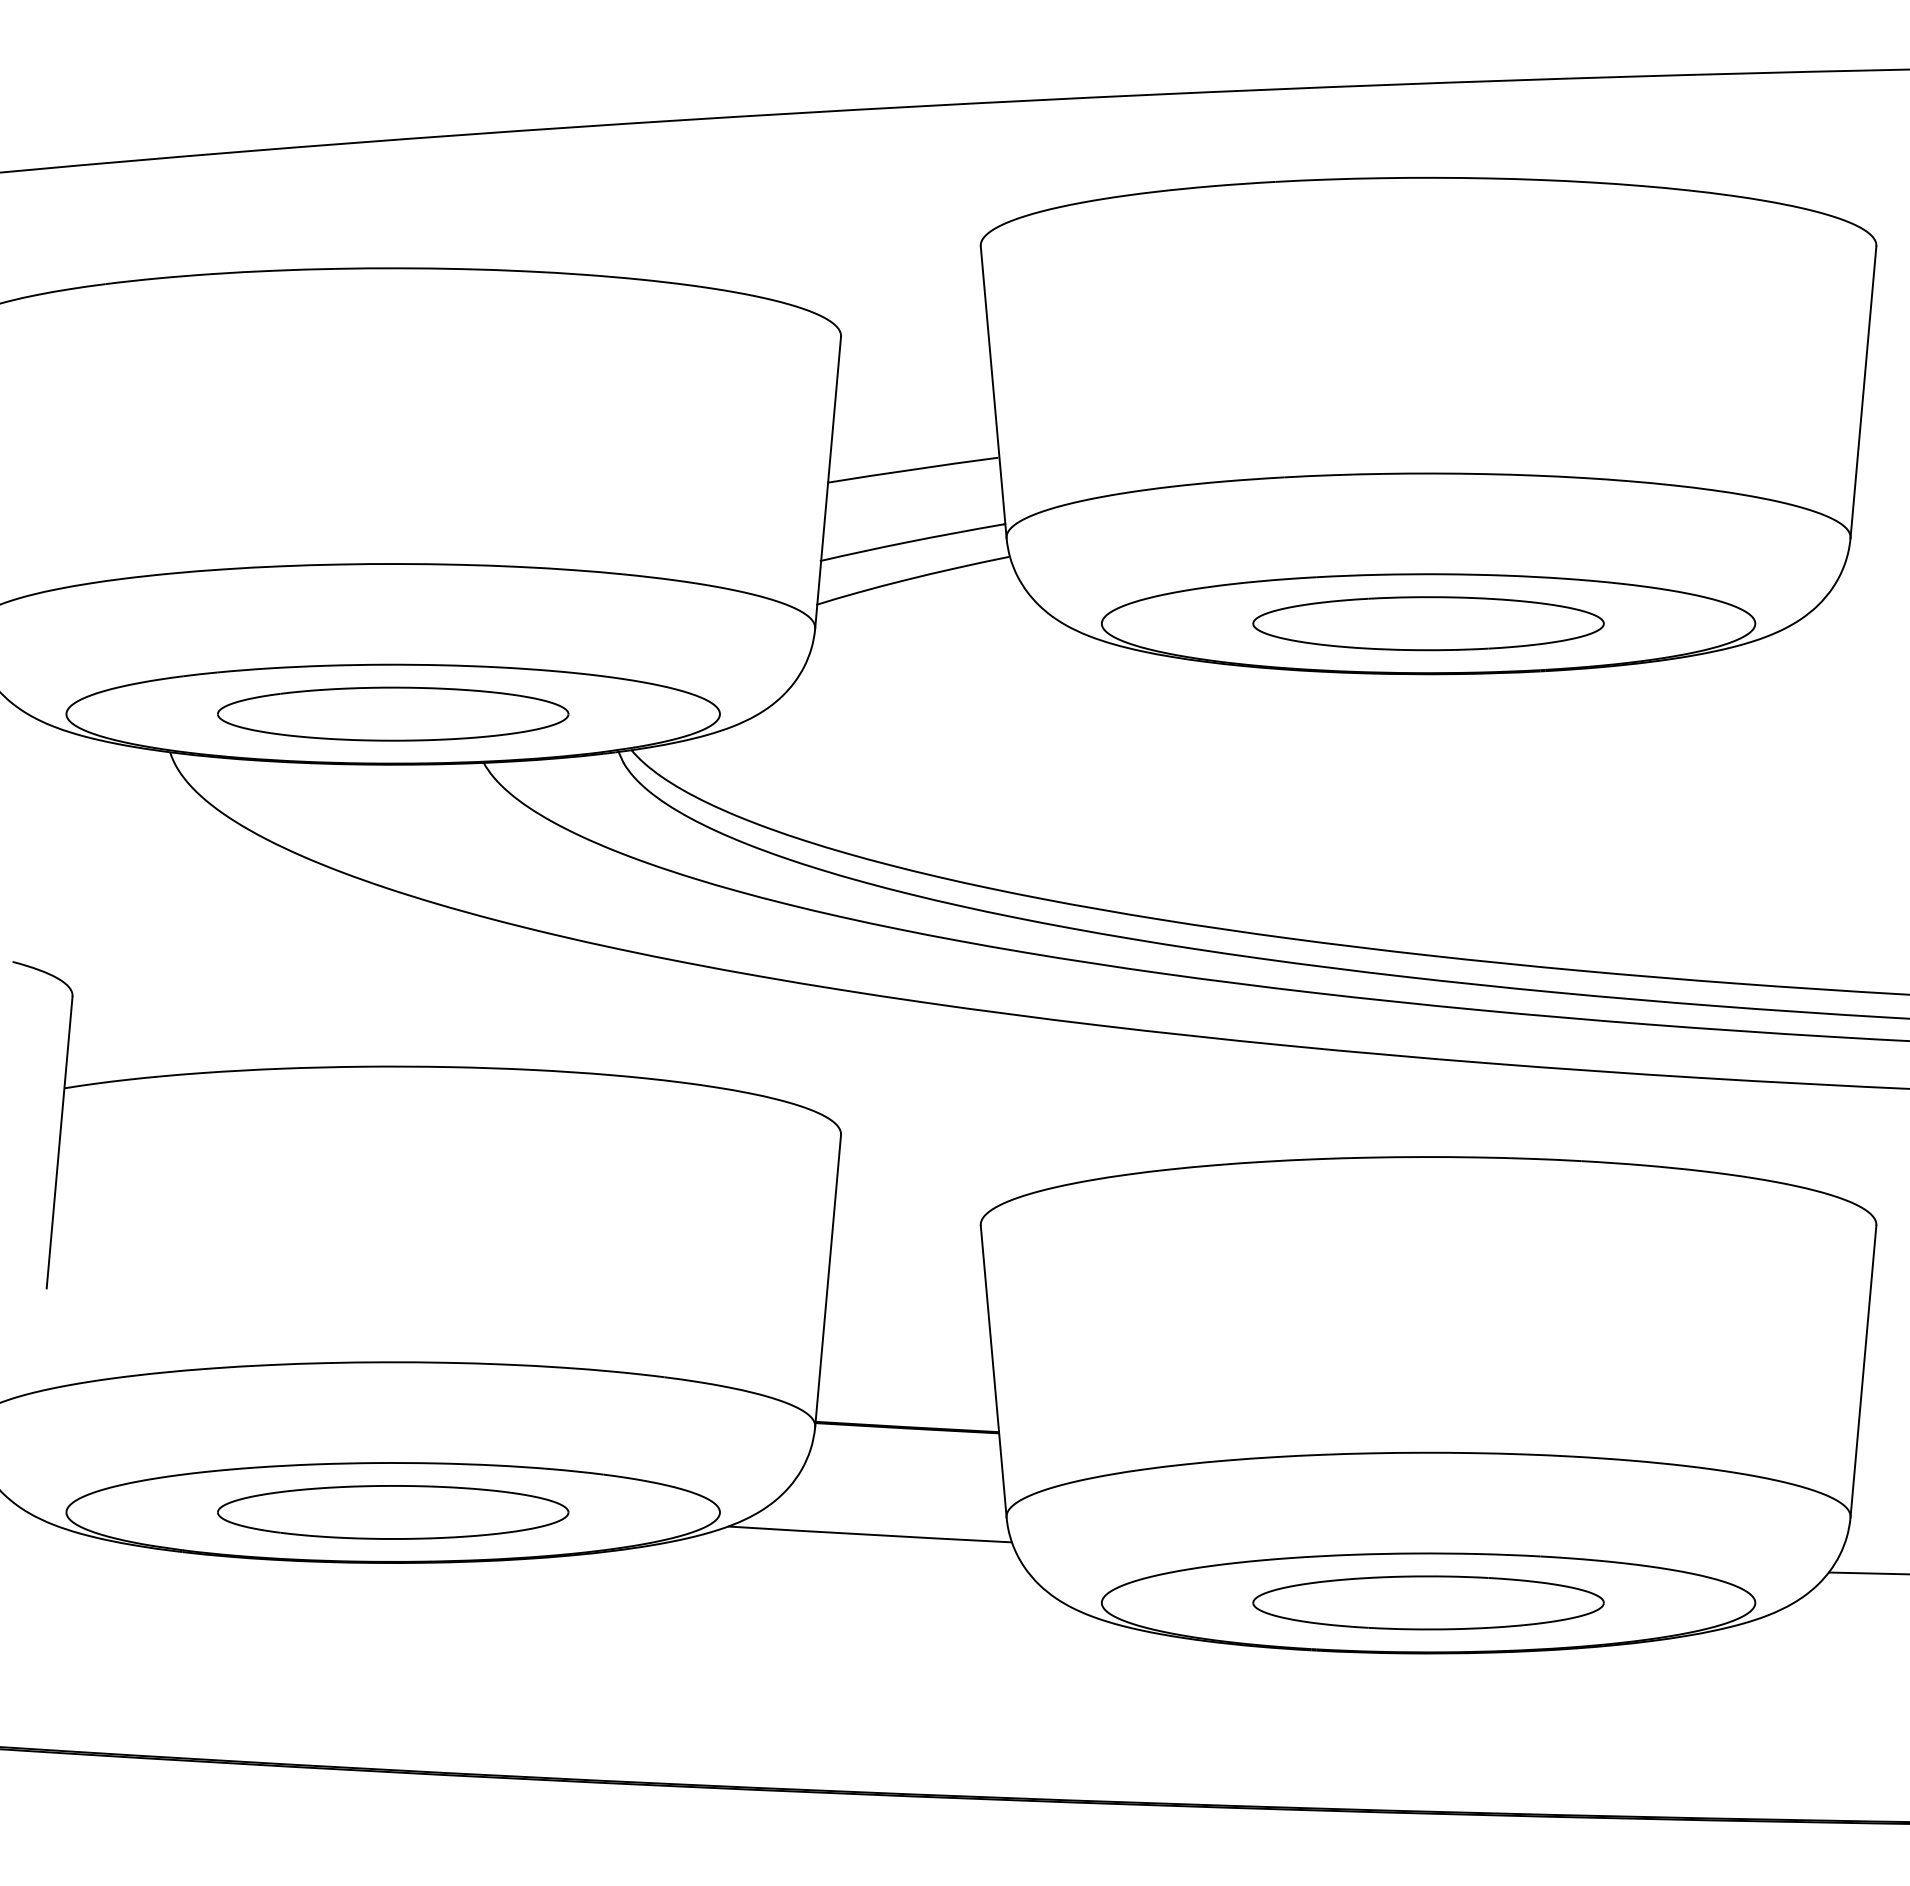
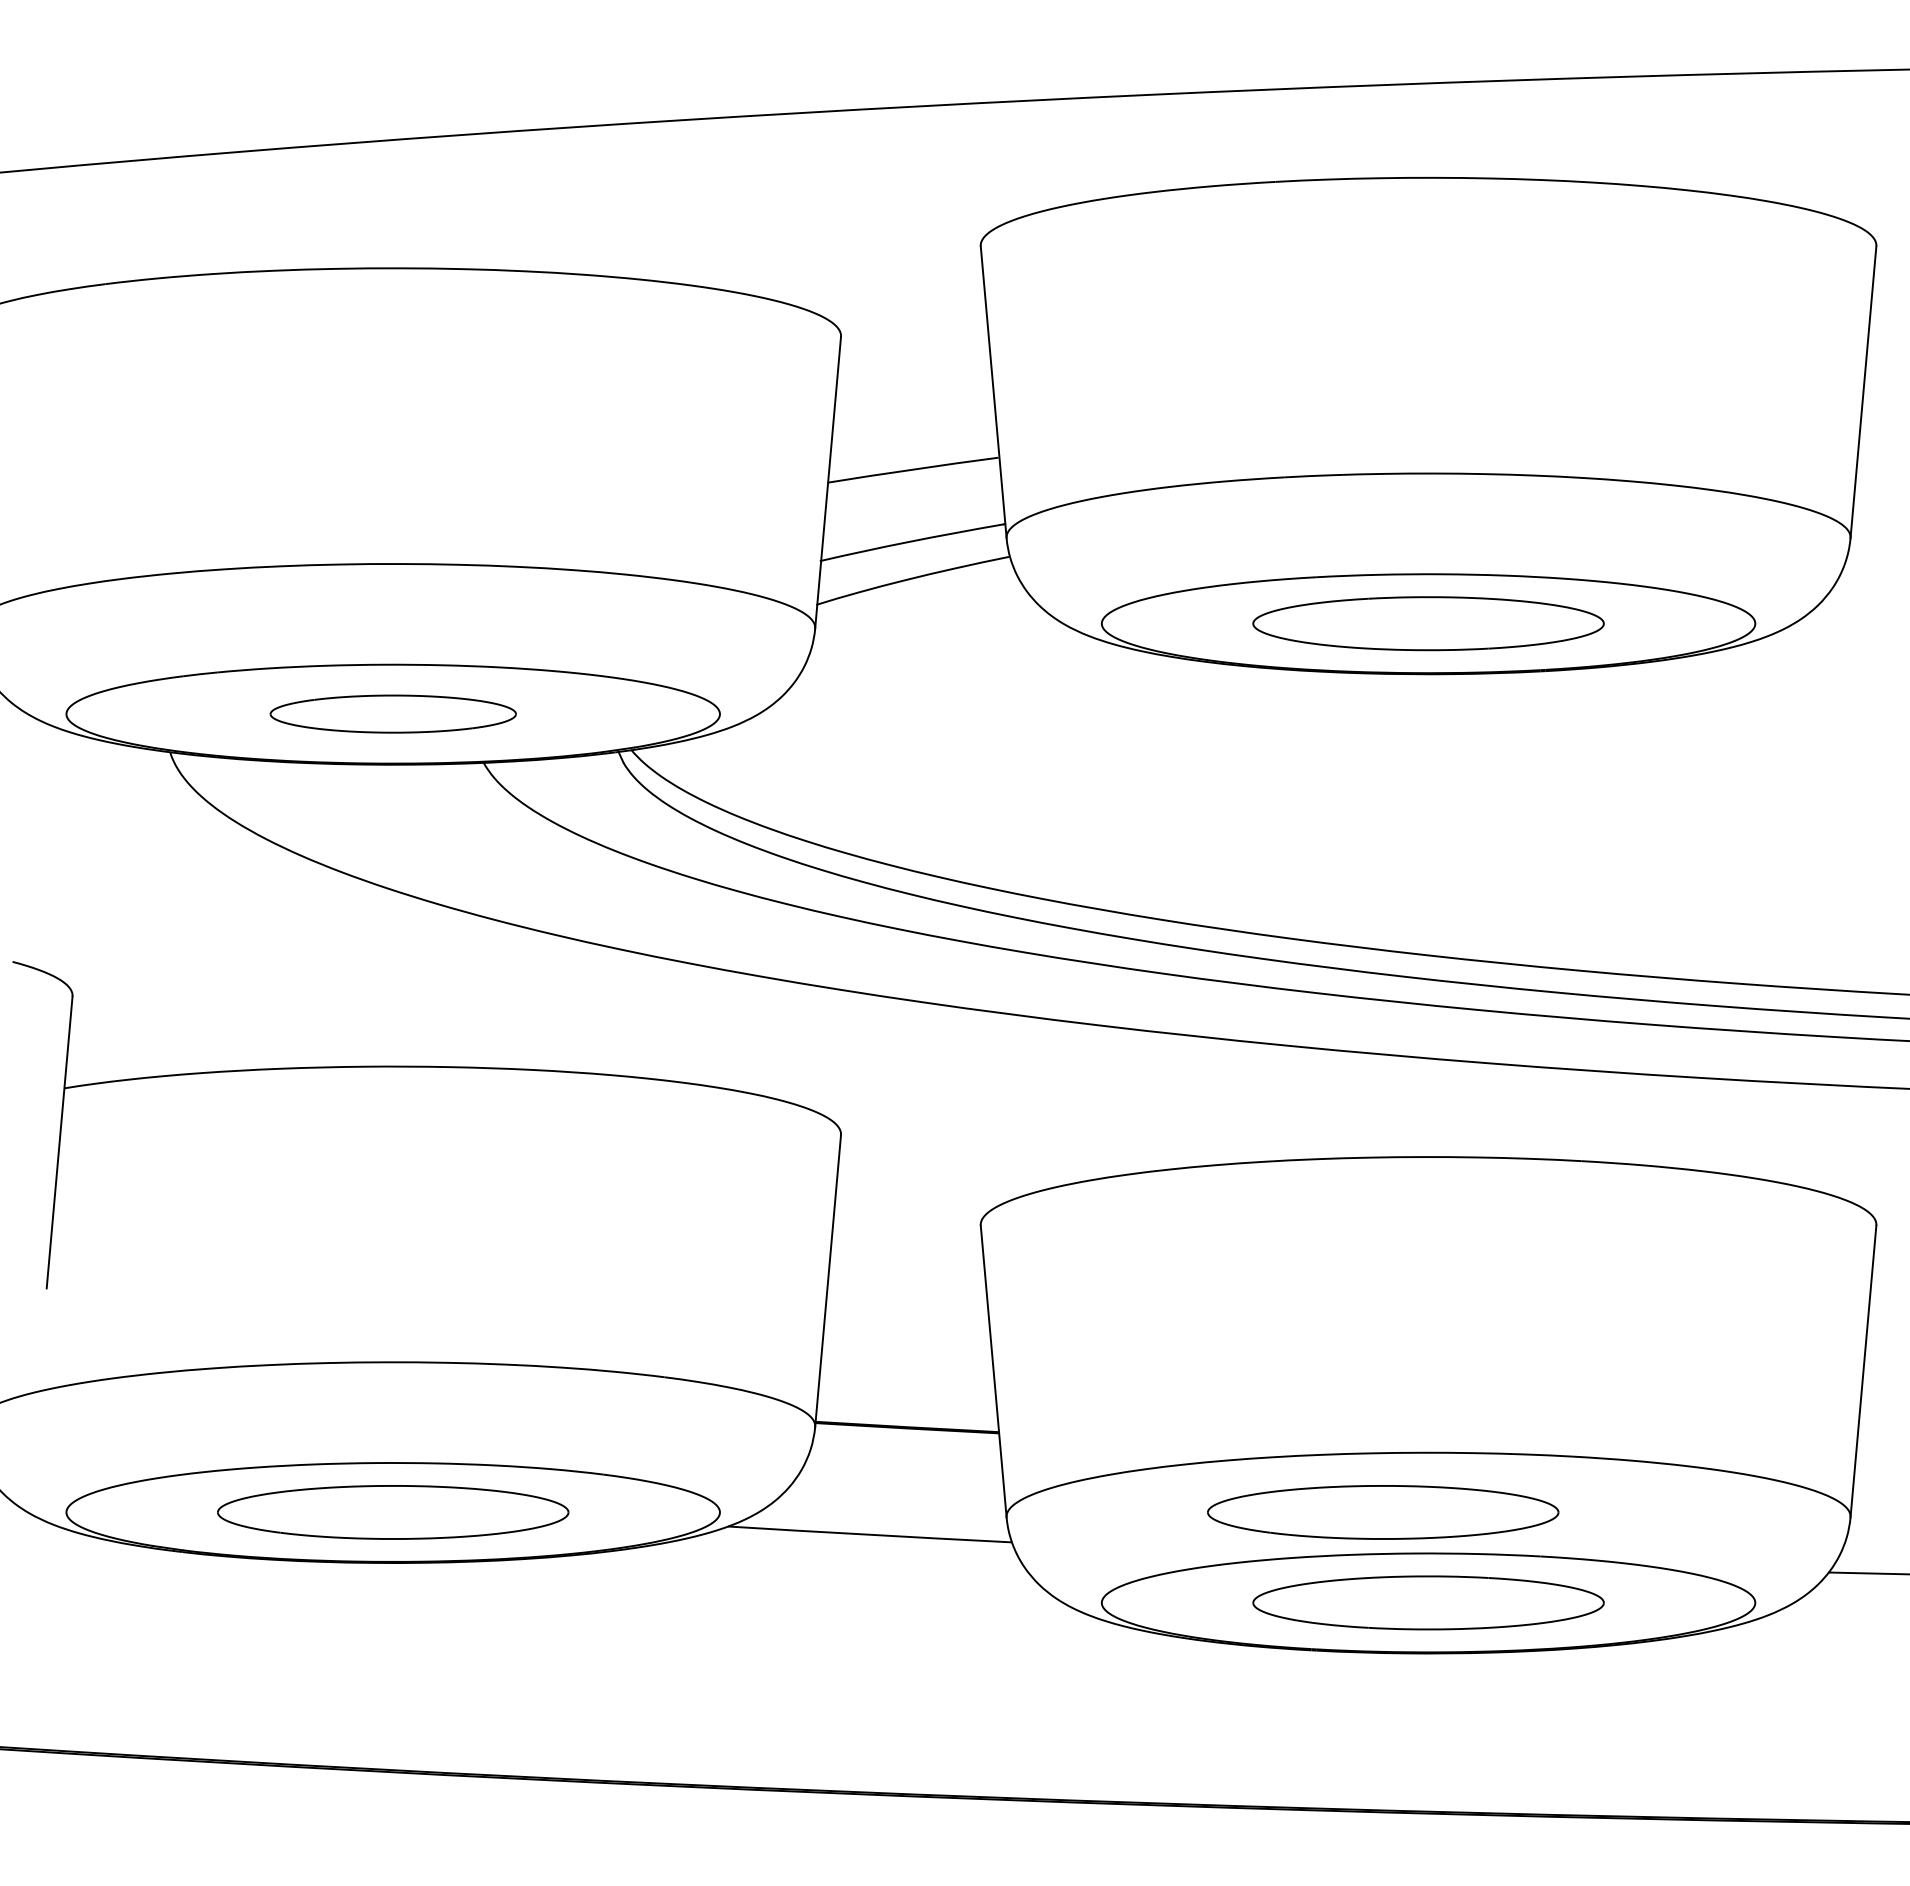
part at (393, 713) size: 353x56 px -> 248x40 px
part at (1383, 1512): none -> present
